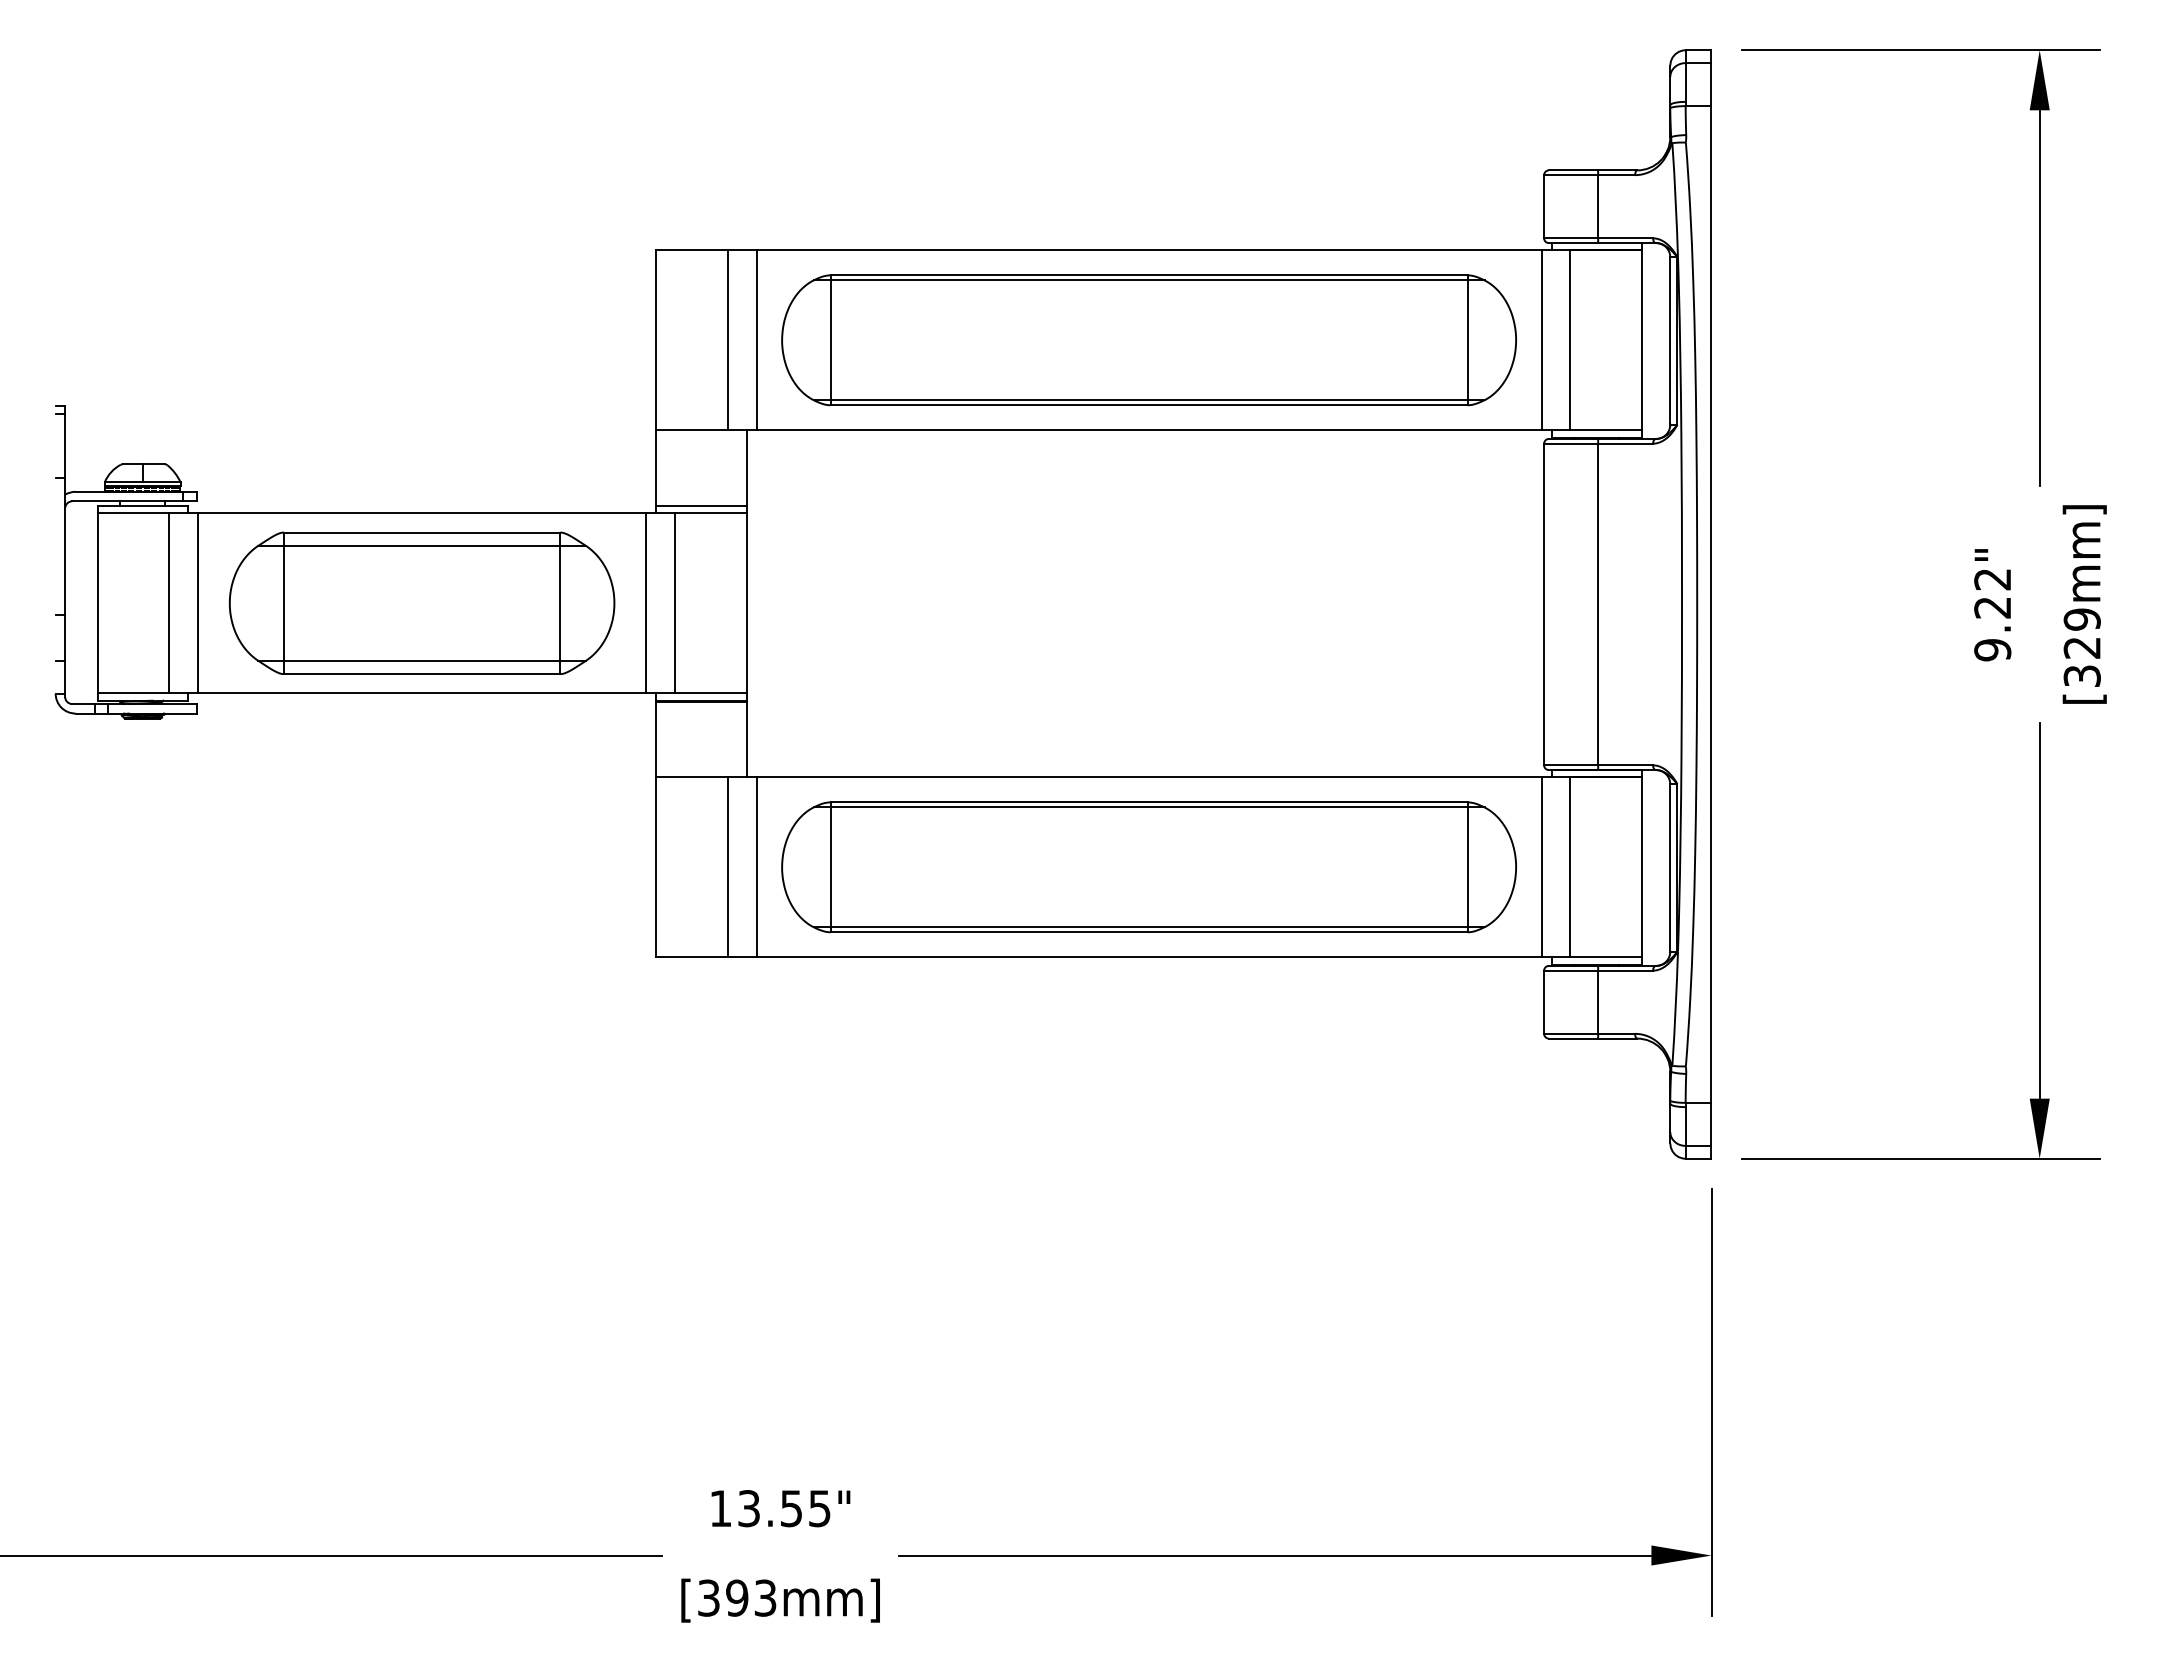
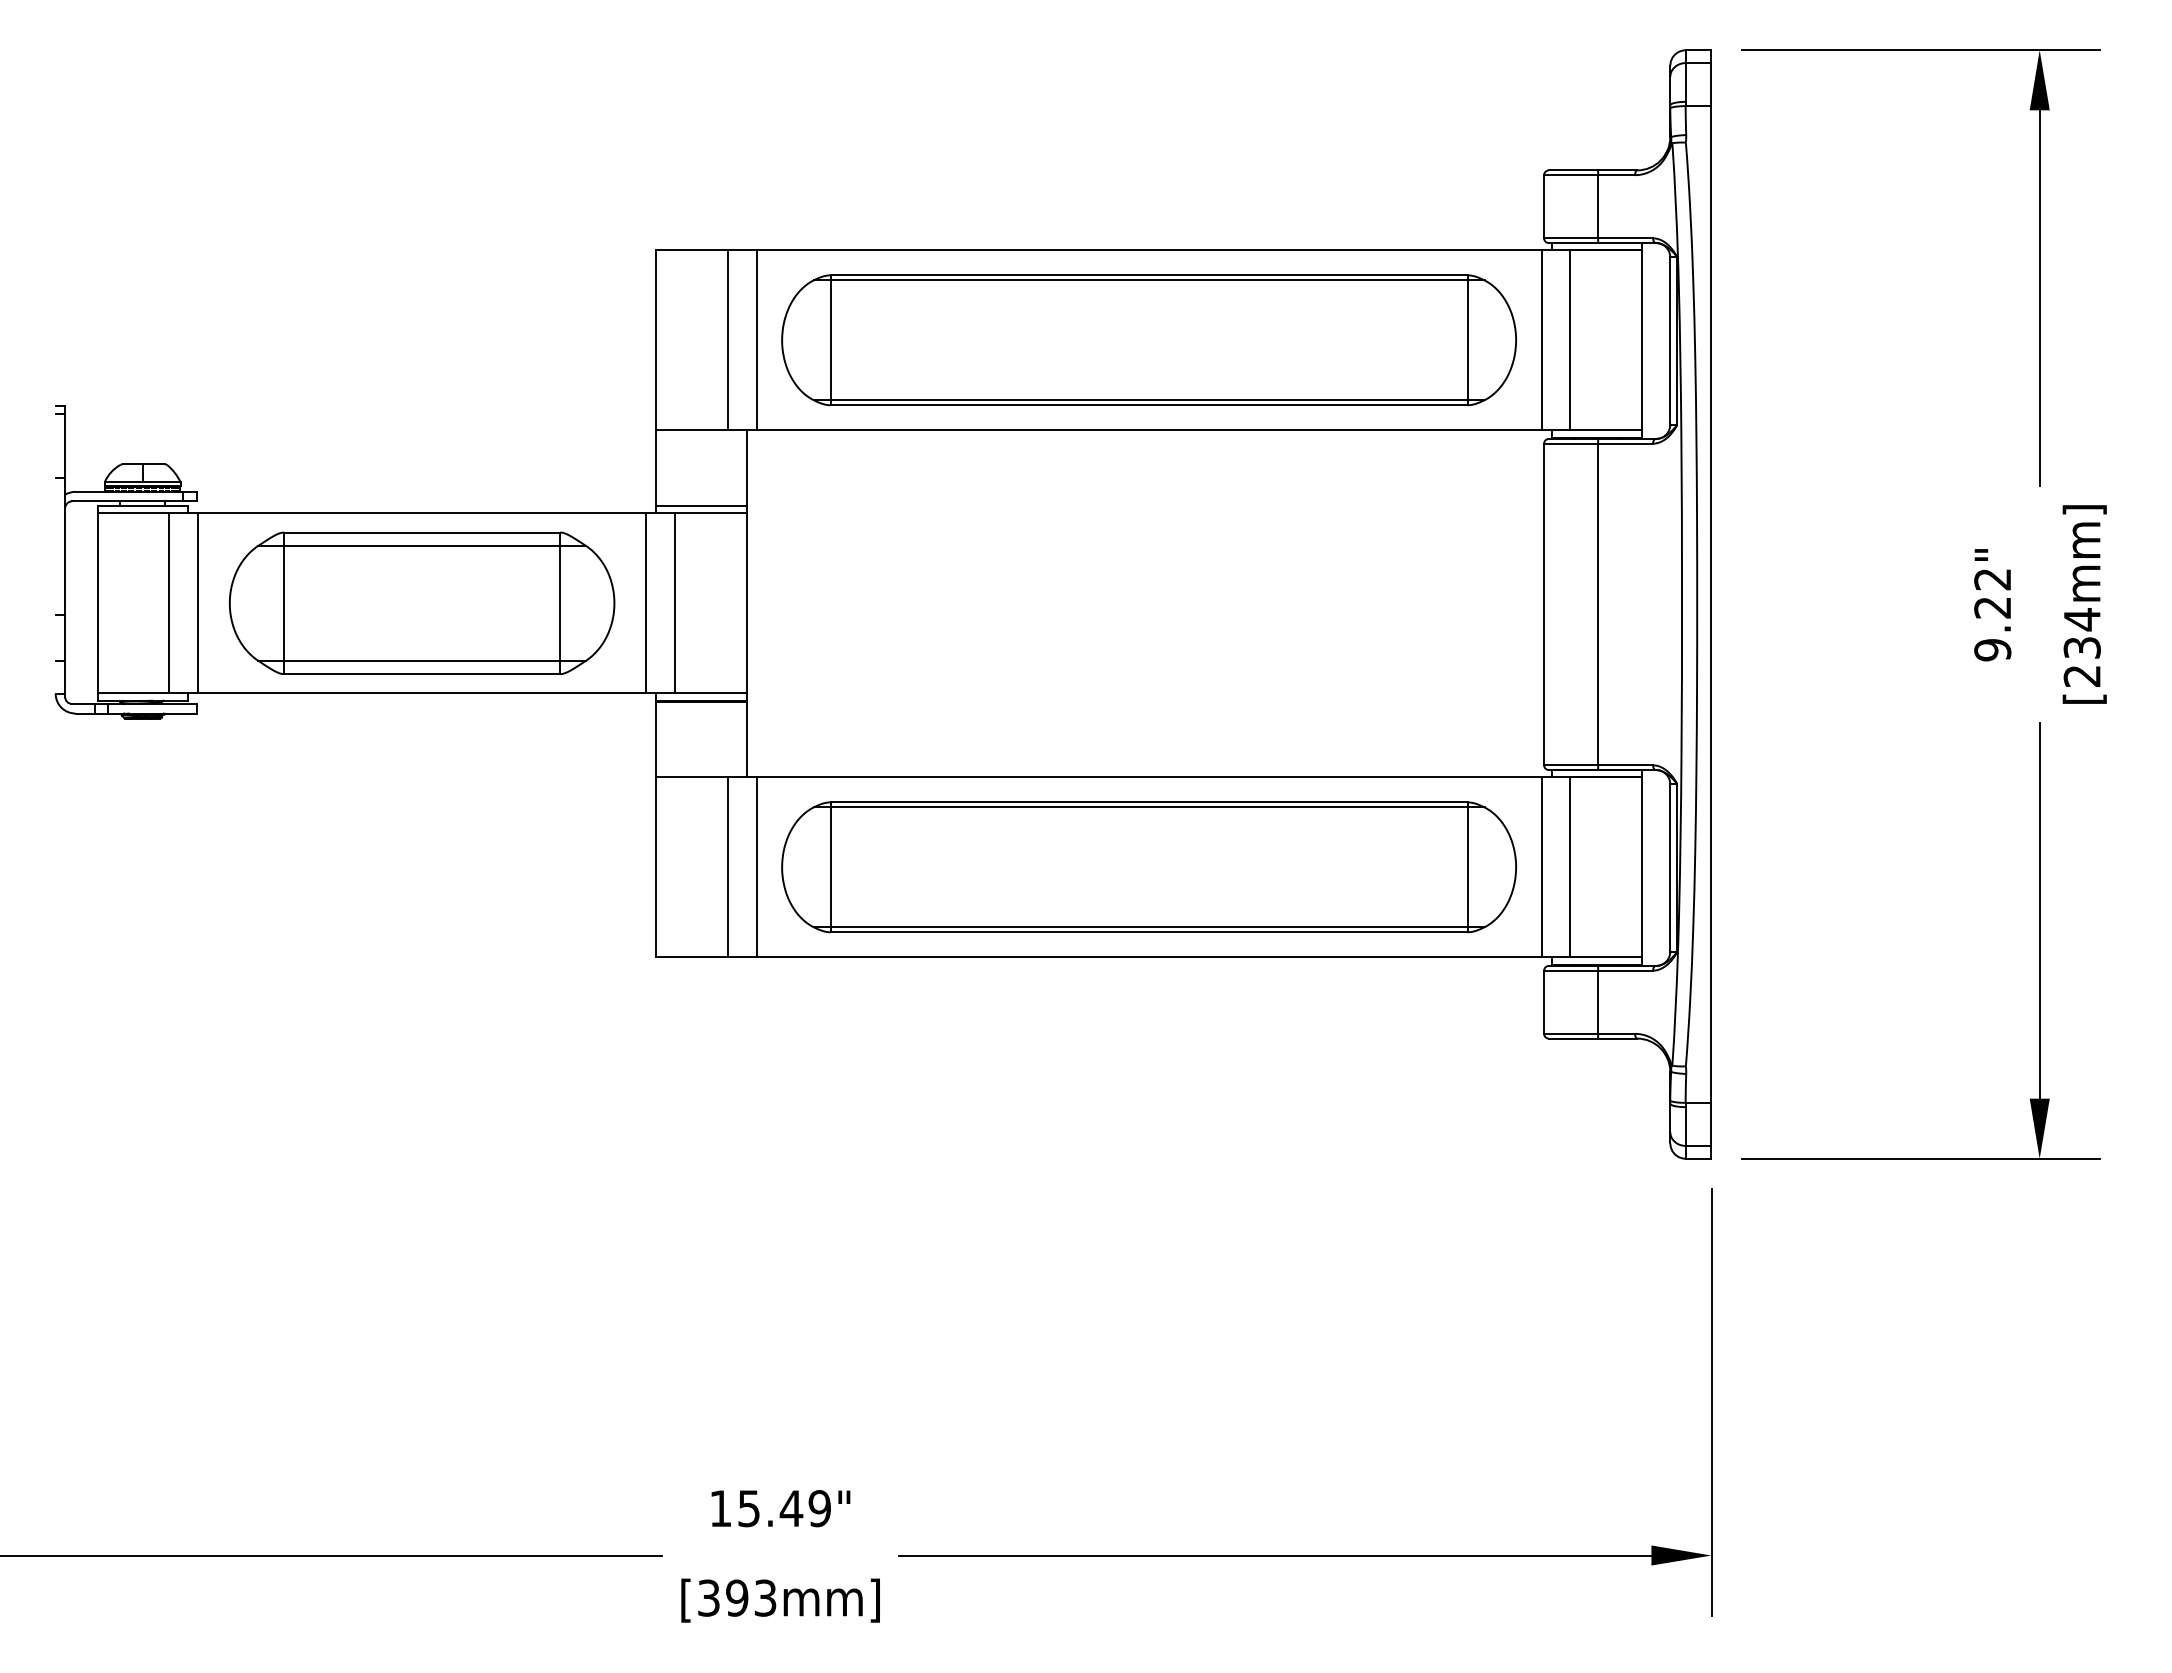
text at (2081, 647): [329mm] -> [234mm]
text at (784, 1508): 13.55" -> 15.49"
